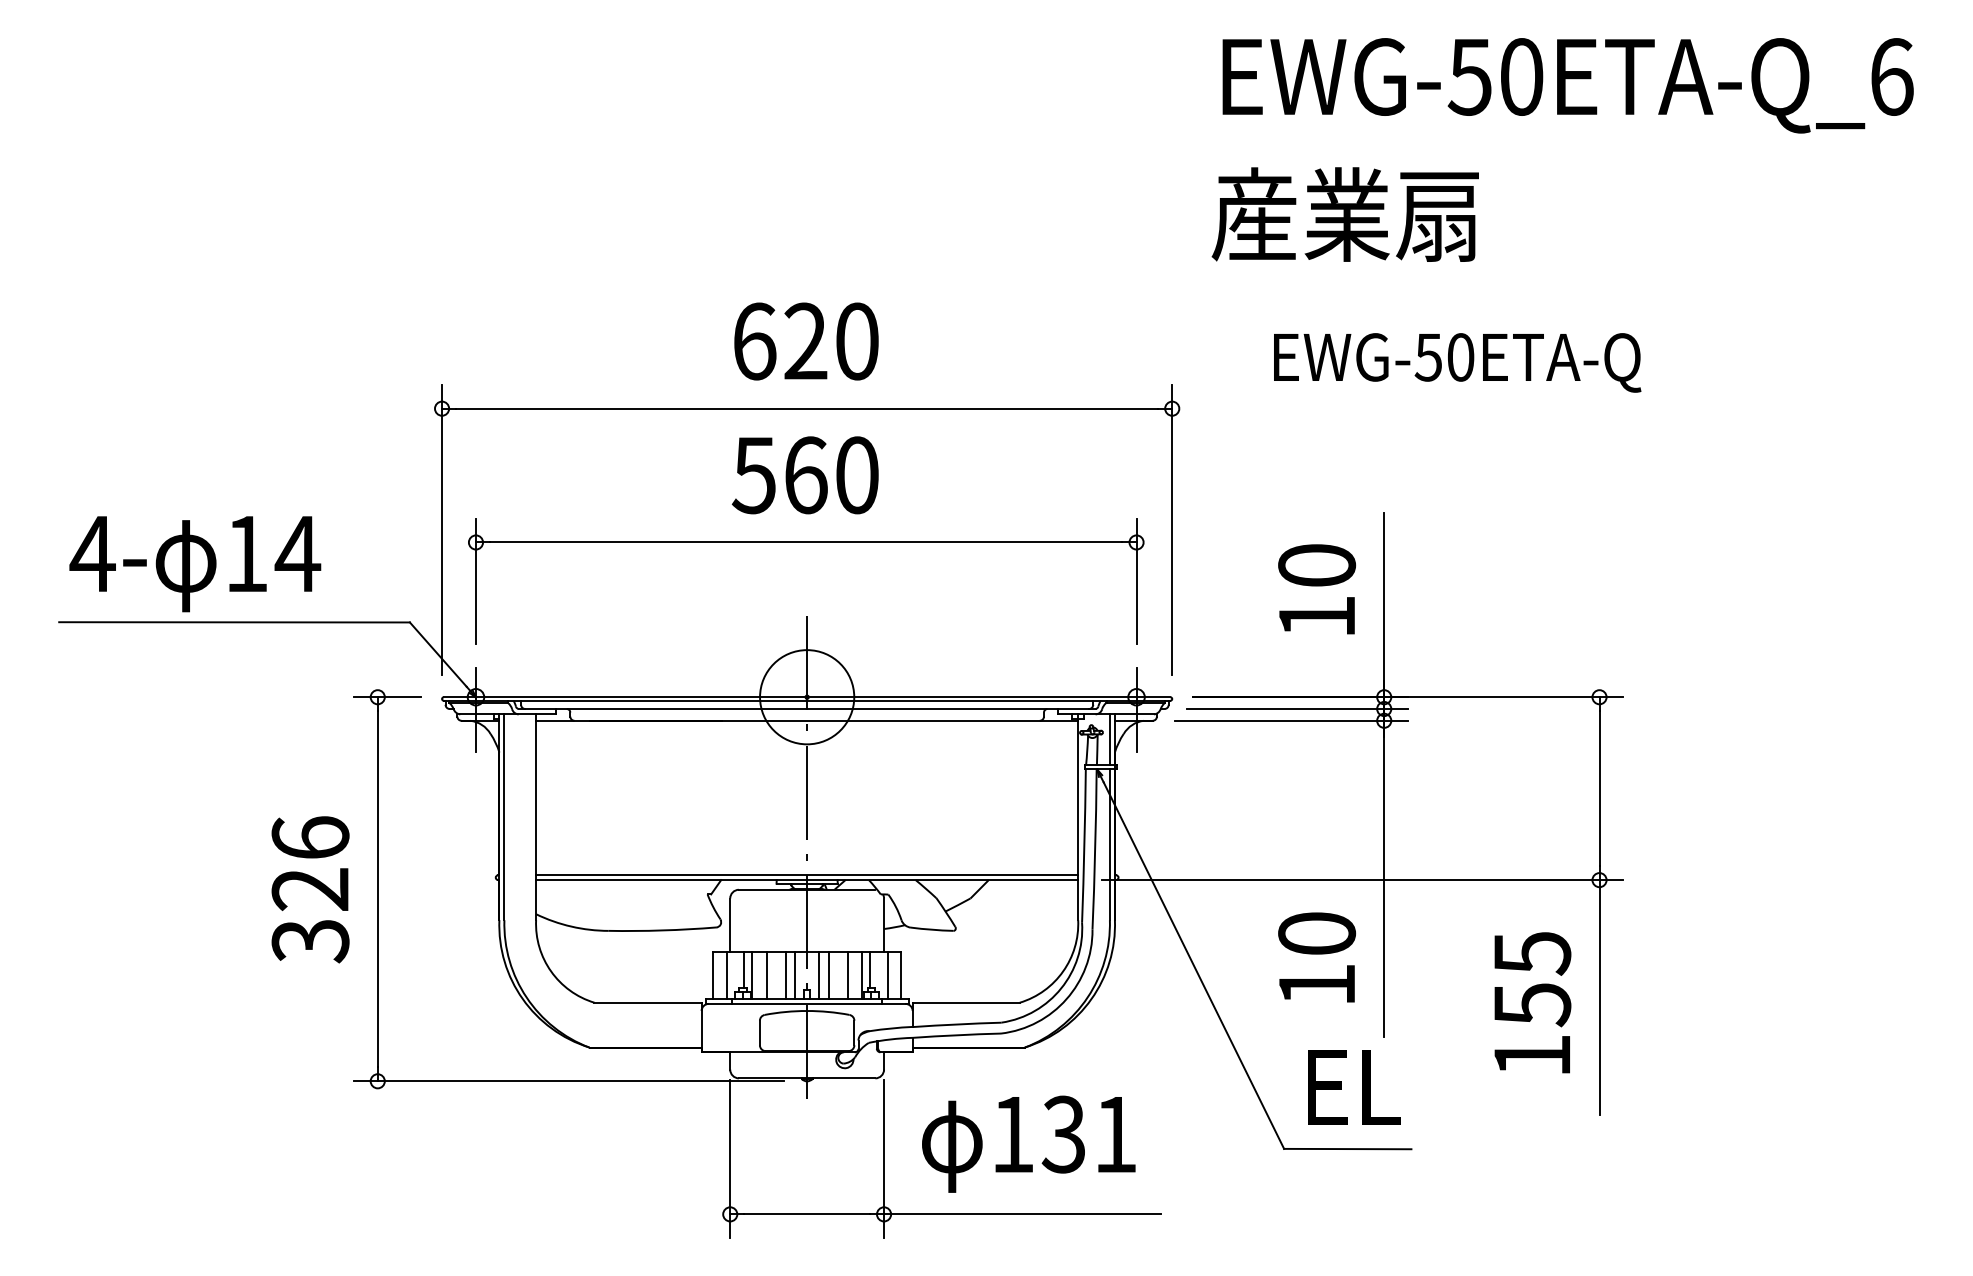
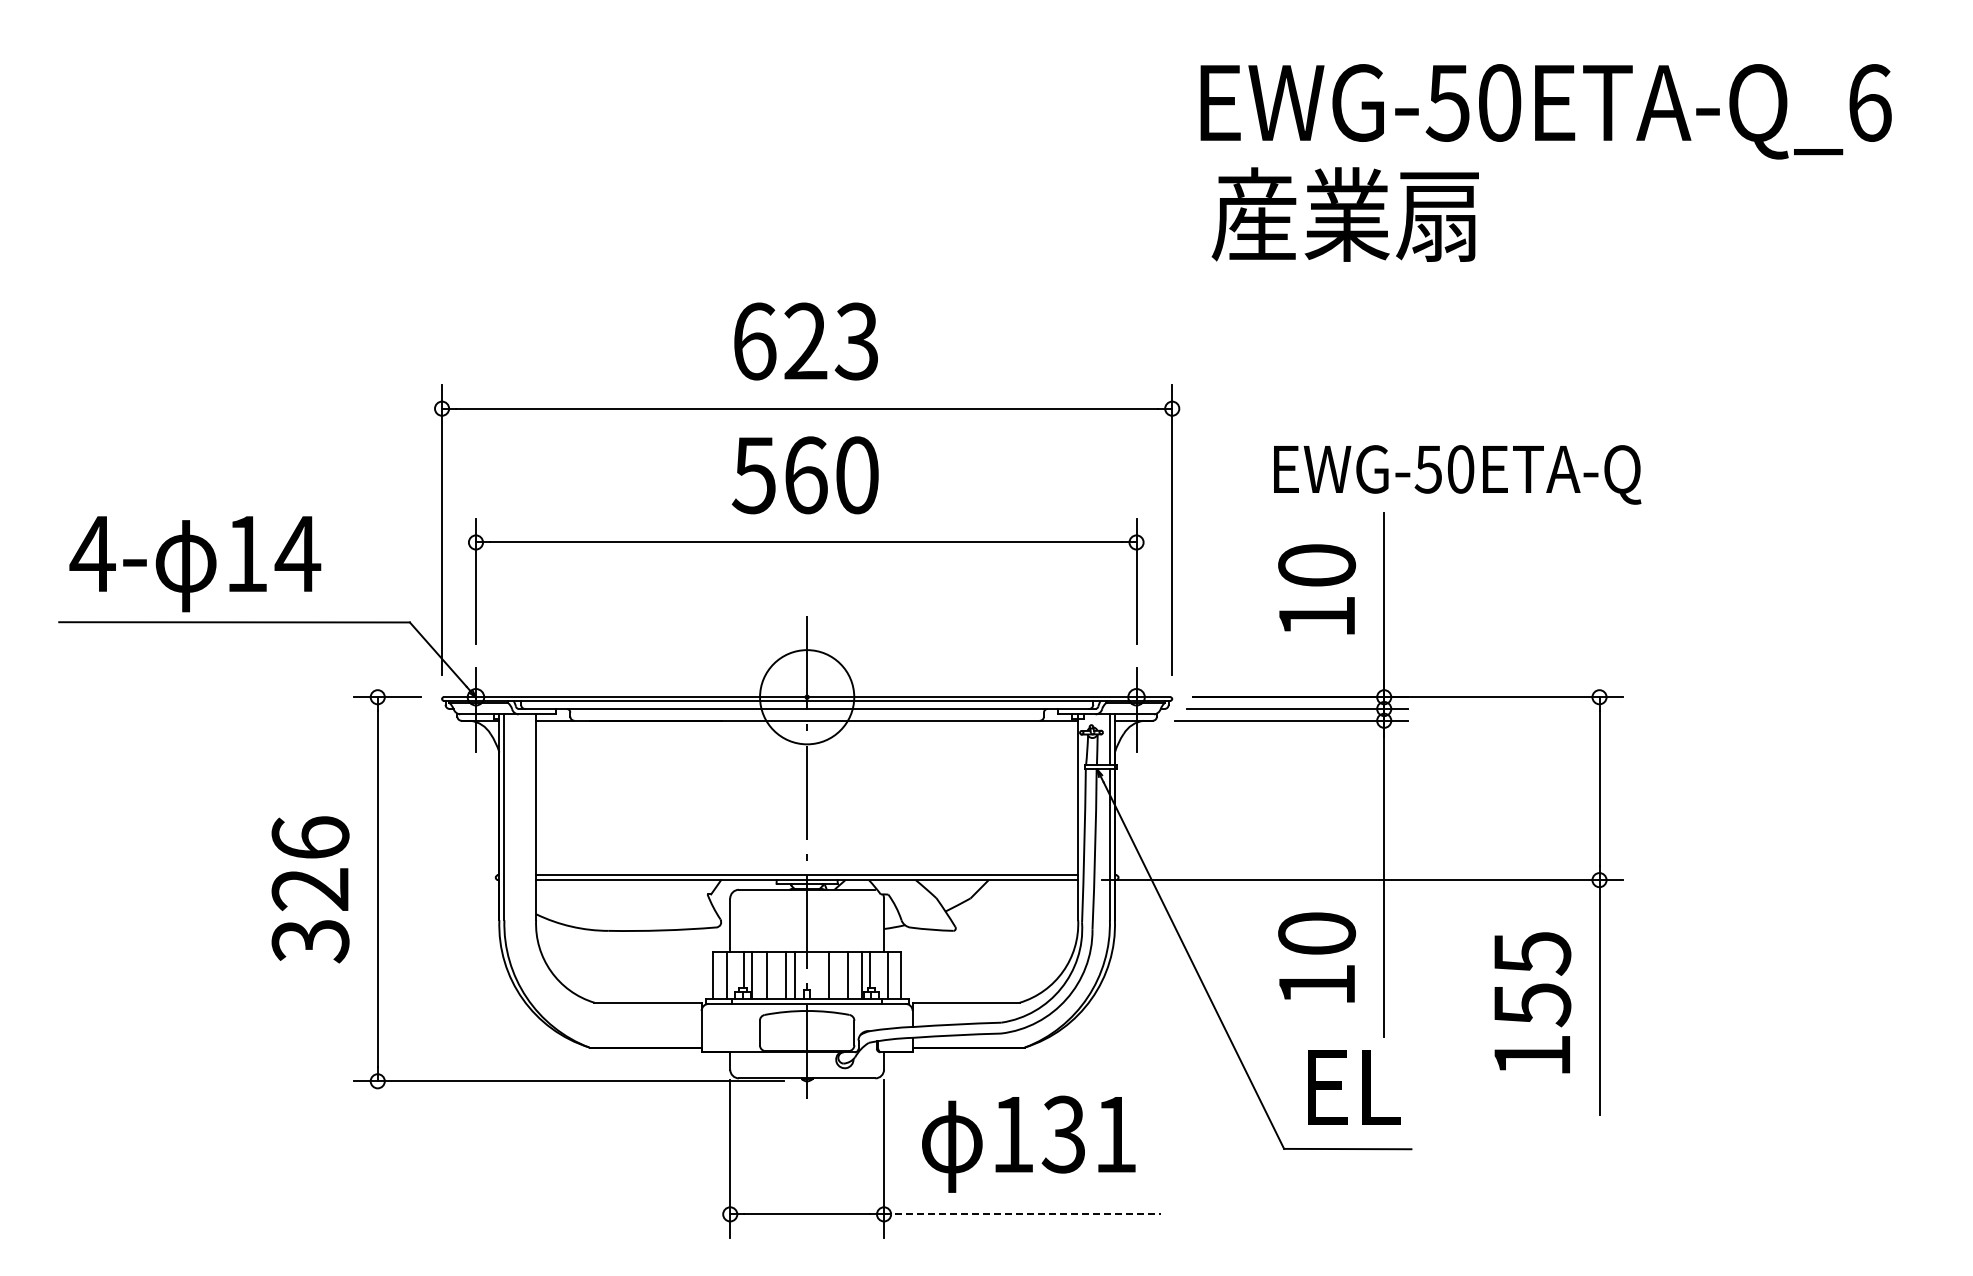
text at (1567, 85) position: (1567, 85) -> (1545, 111)
text at (856, 341): 620 -> 623
text at (1457, 362) position: (1457, 362) -> (1457, 474)
line at (819, 975): present -> none
line at (1022, 1214): solid -> dashed
